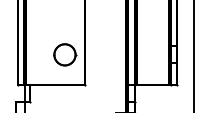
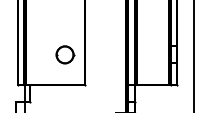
part at (65, 54) size: 25x24 px -> 21x20 px
